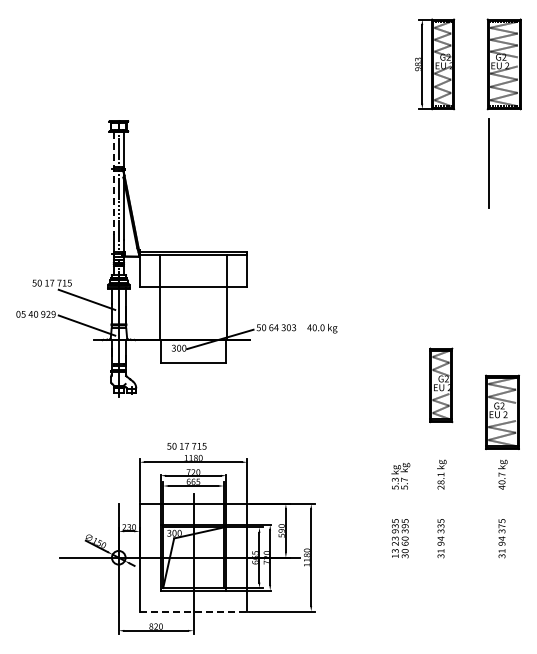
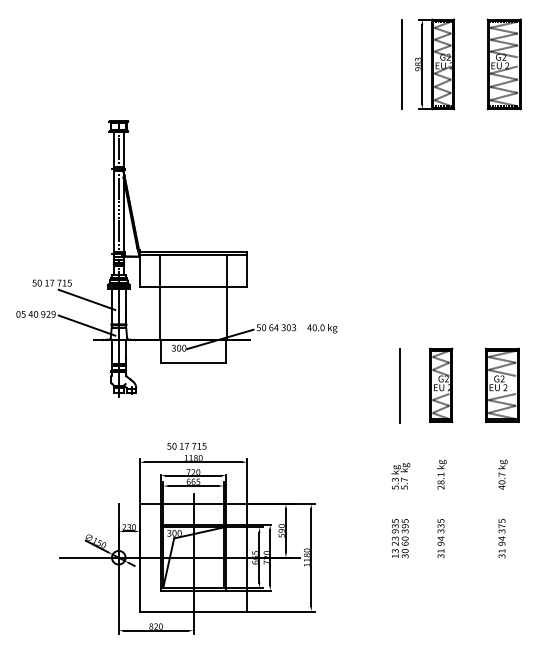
line at (488, 163) position: (488, 163) -> (401, 64)
line at (114, 183): dashed -> solid
line at (399, 385): none -> present
part at (502, 411) position: (502, 411) -> (502, 384)
line at (193, 611): dashed -> solid
